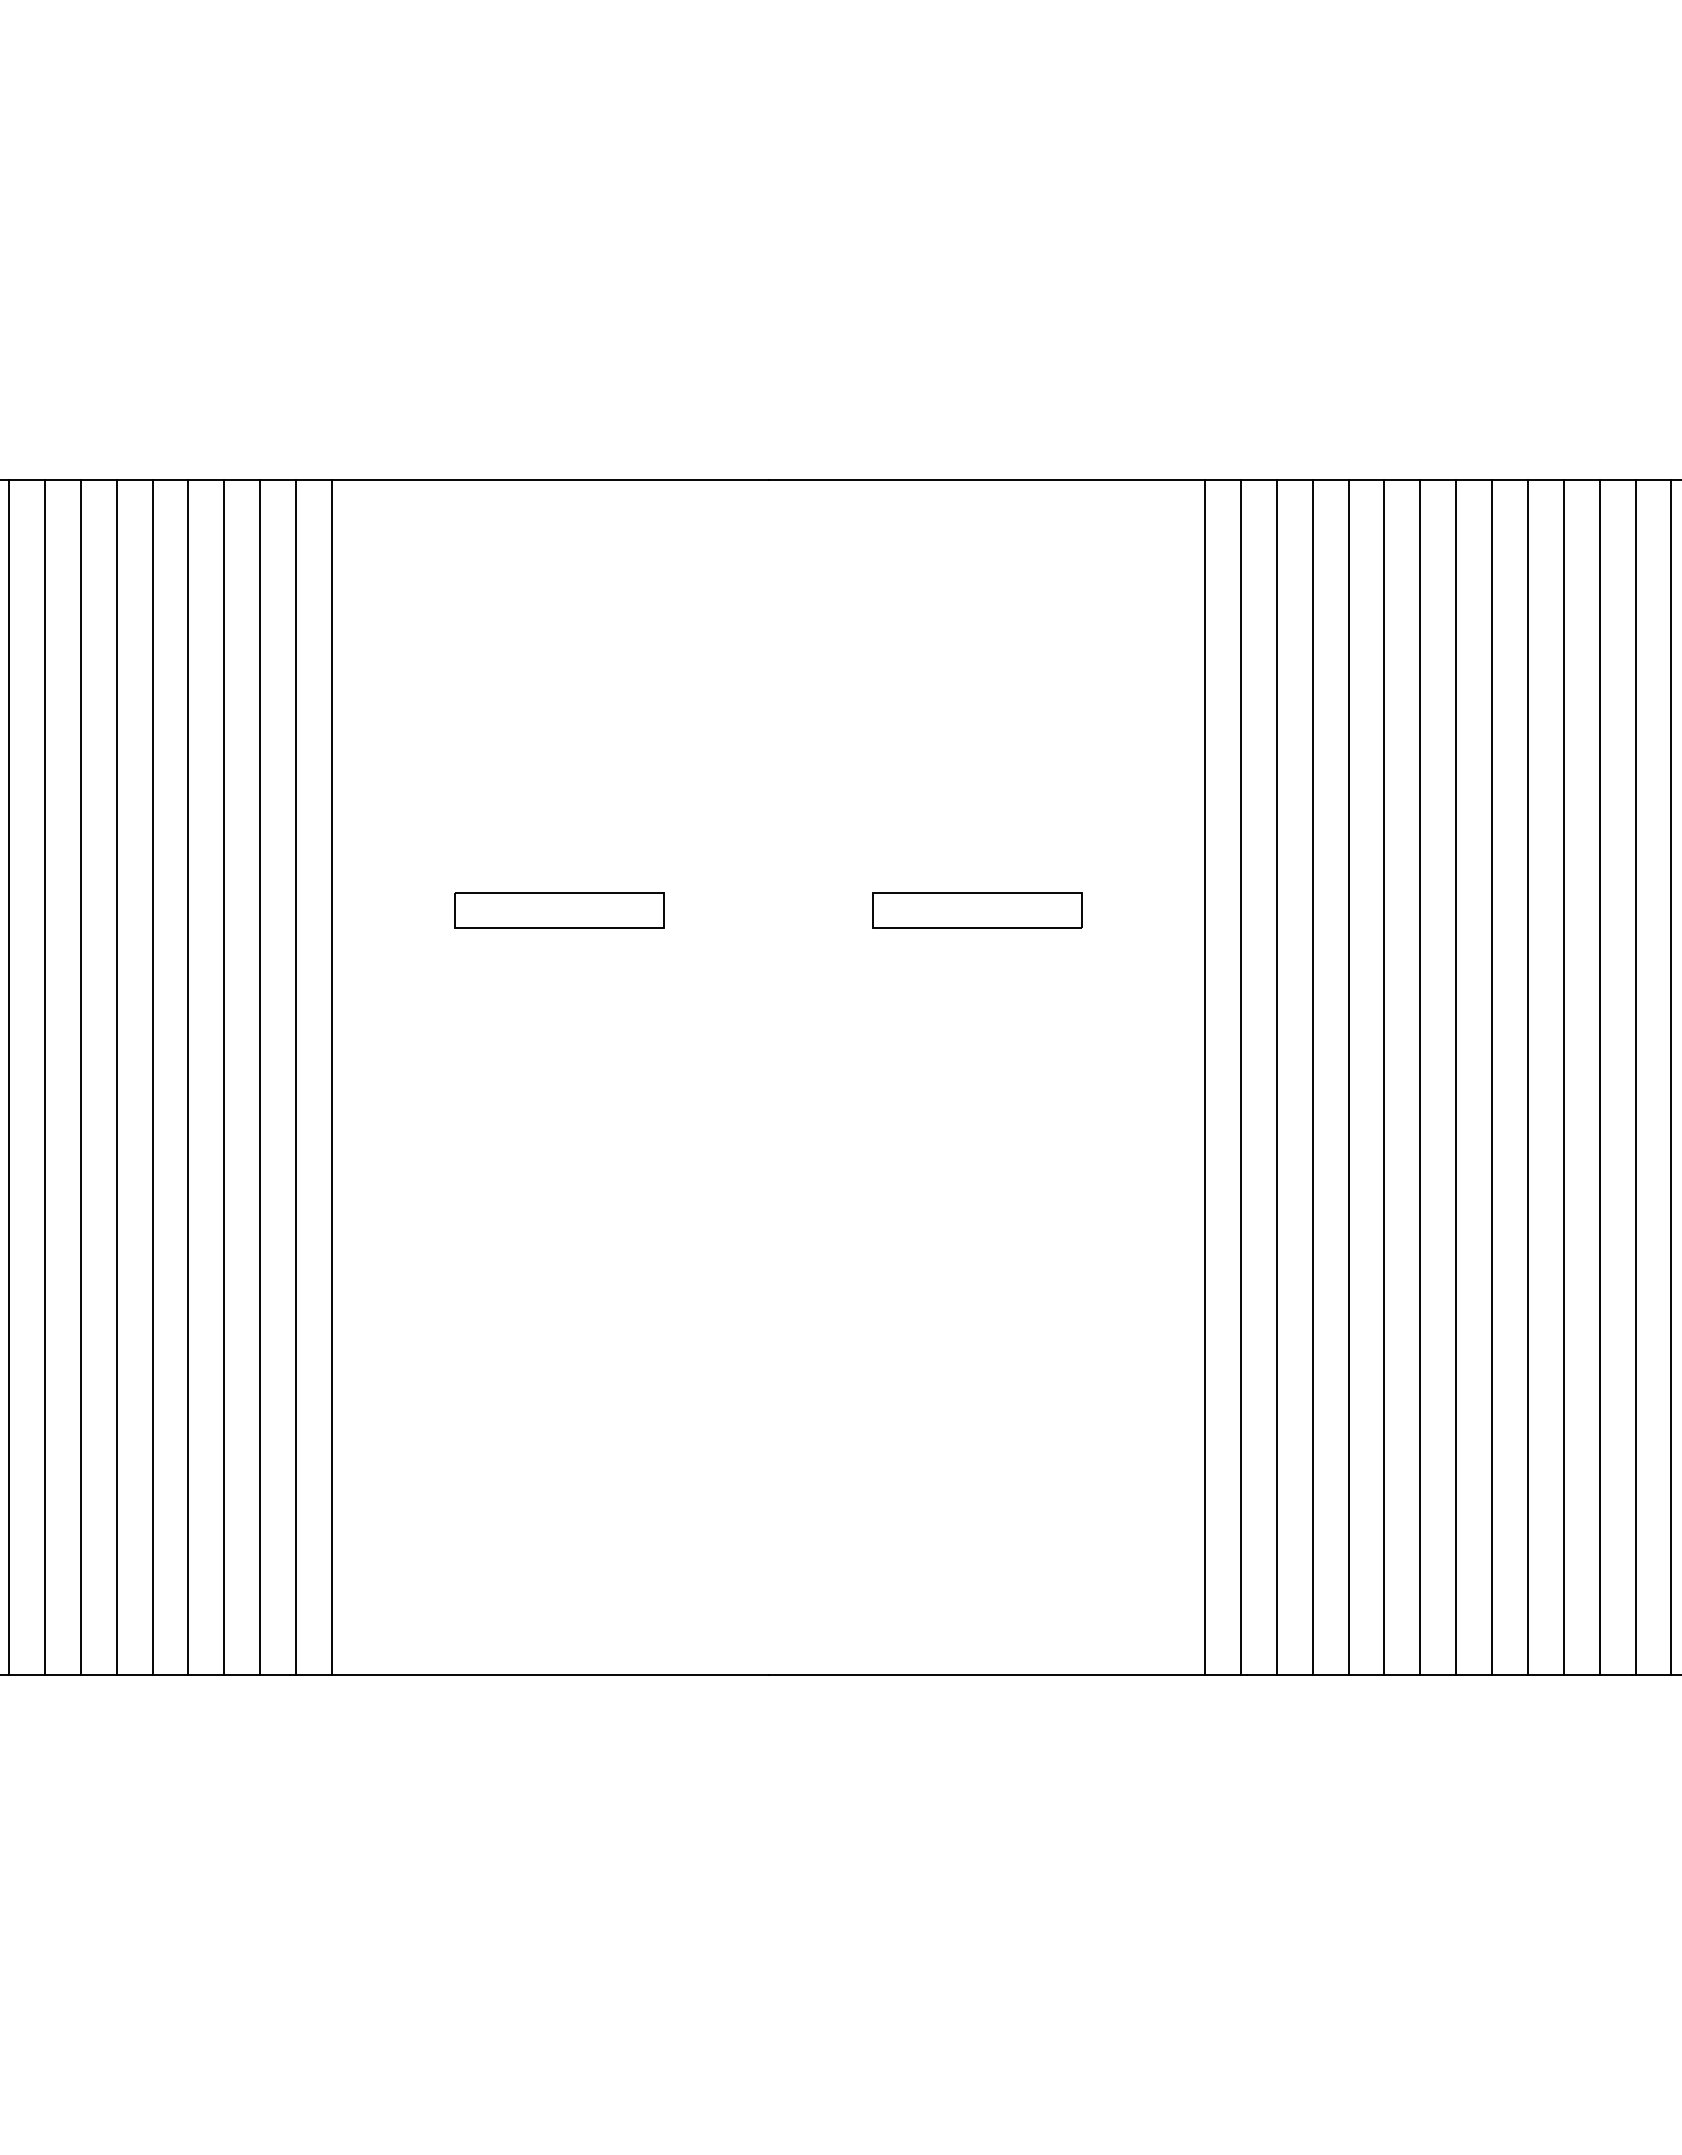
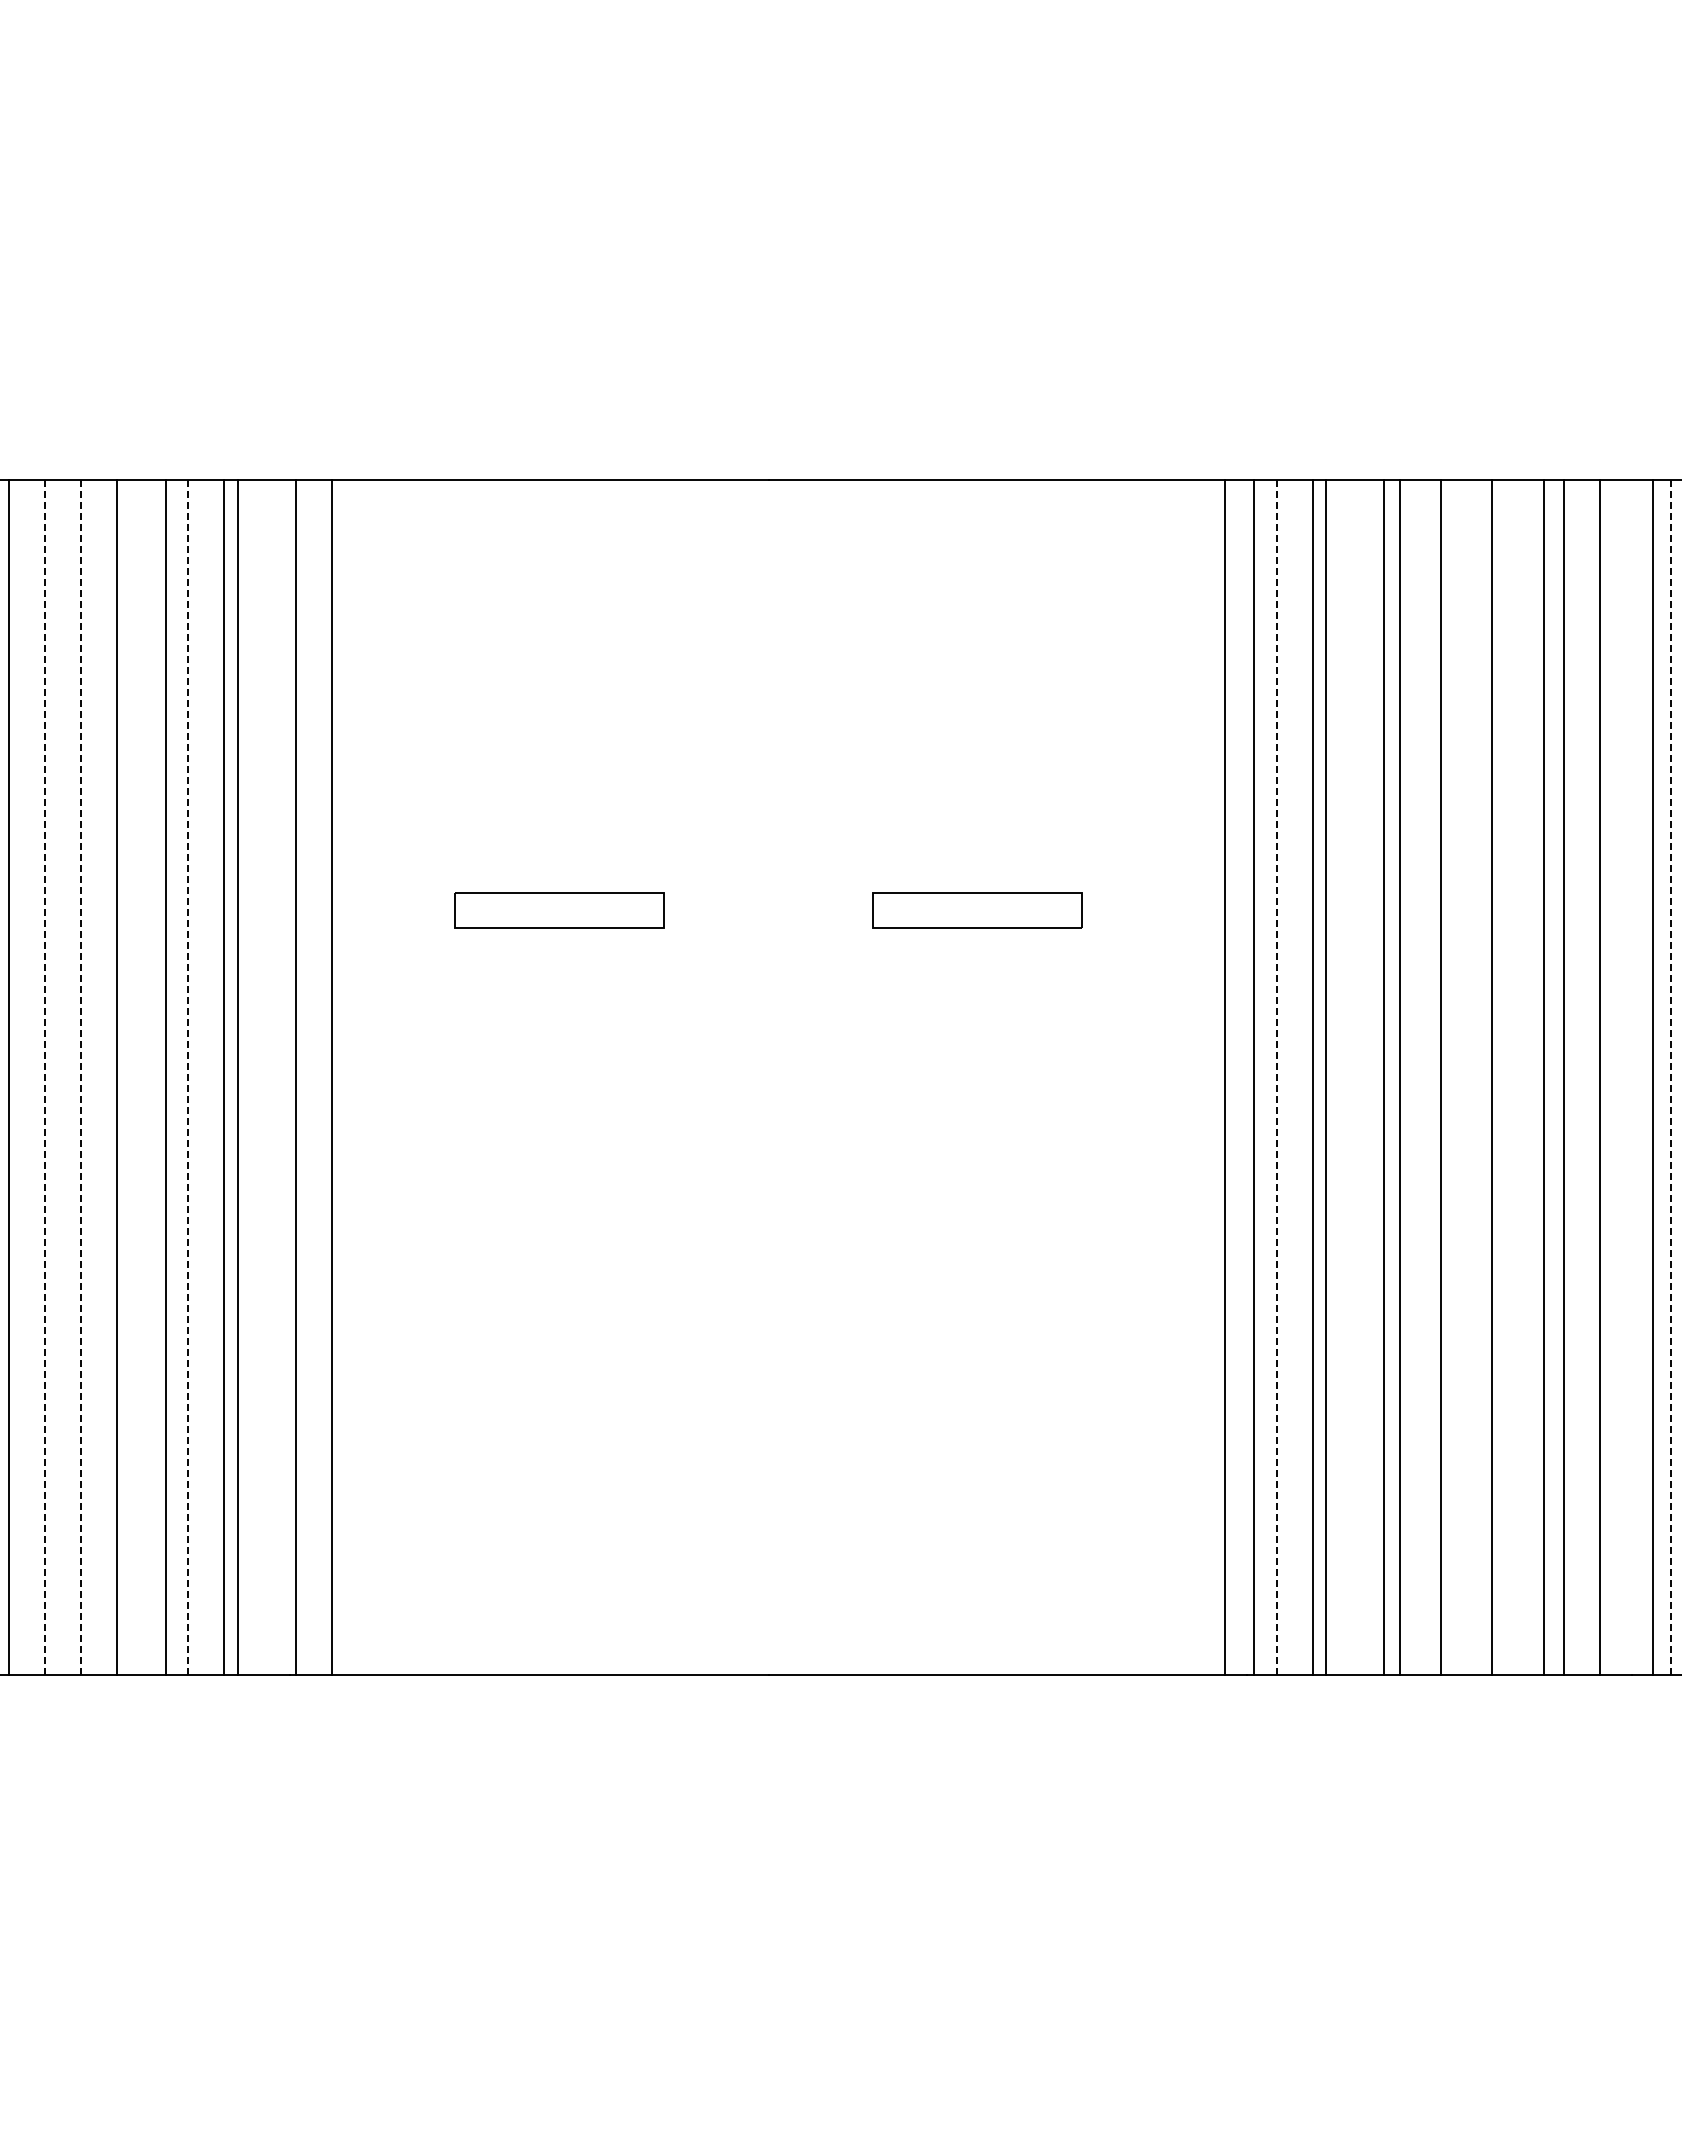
line at (44, 1077): solid -> dashed
line at (80, 1077): solid -> dashed
line at (152, 1077) position: (152, 1077) -> (165, 1077)
line at (188, 1077): solid -> dashed
line at (260, 1077) position: (260, 1077) -> (238, 1077)
line at (1205, 1077) position: (1205, 1077) -> (1225, 1077)
line at (1240, 1077) position: (1240, 1077) -> (1253, 1077)
line at (1276, 1077): solid -> dashed
line at (1348, 1077) position: (1348, 1077) -> (1325, 1077)
line at (1420, 1077) position: (1420, 1077) -> (1400, 1077)
line at (1456, 1077) position: (1456, 1077) -> (1441, 1077)
line at (1527, 1077) position: (1527, 1077) -> (1543, 1077)
line at (1635, 1077) position: (1635, 1077) -> (1652, 1077)
line at (1671, 1077): solid -> dashed
